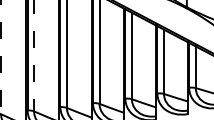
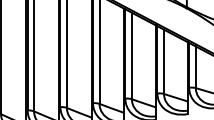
line at (34, 55): dashed -> solid
line at (1, 57): dashed -> solid
